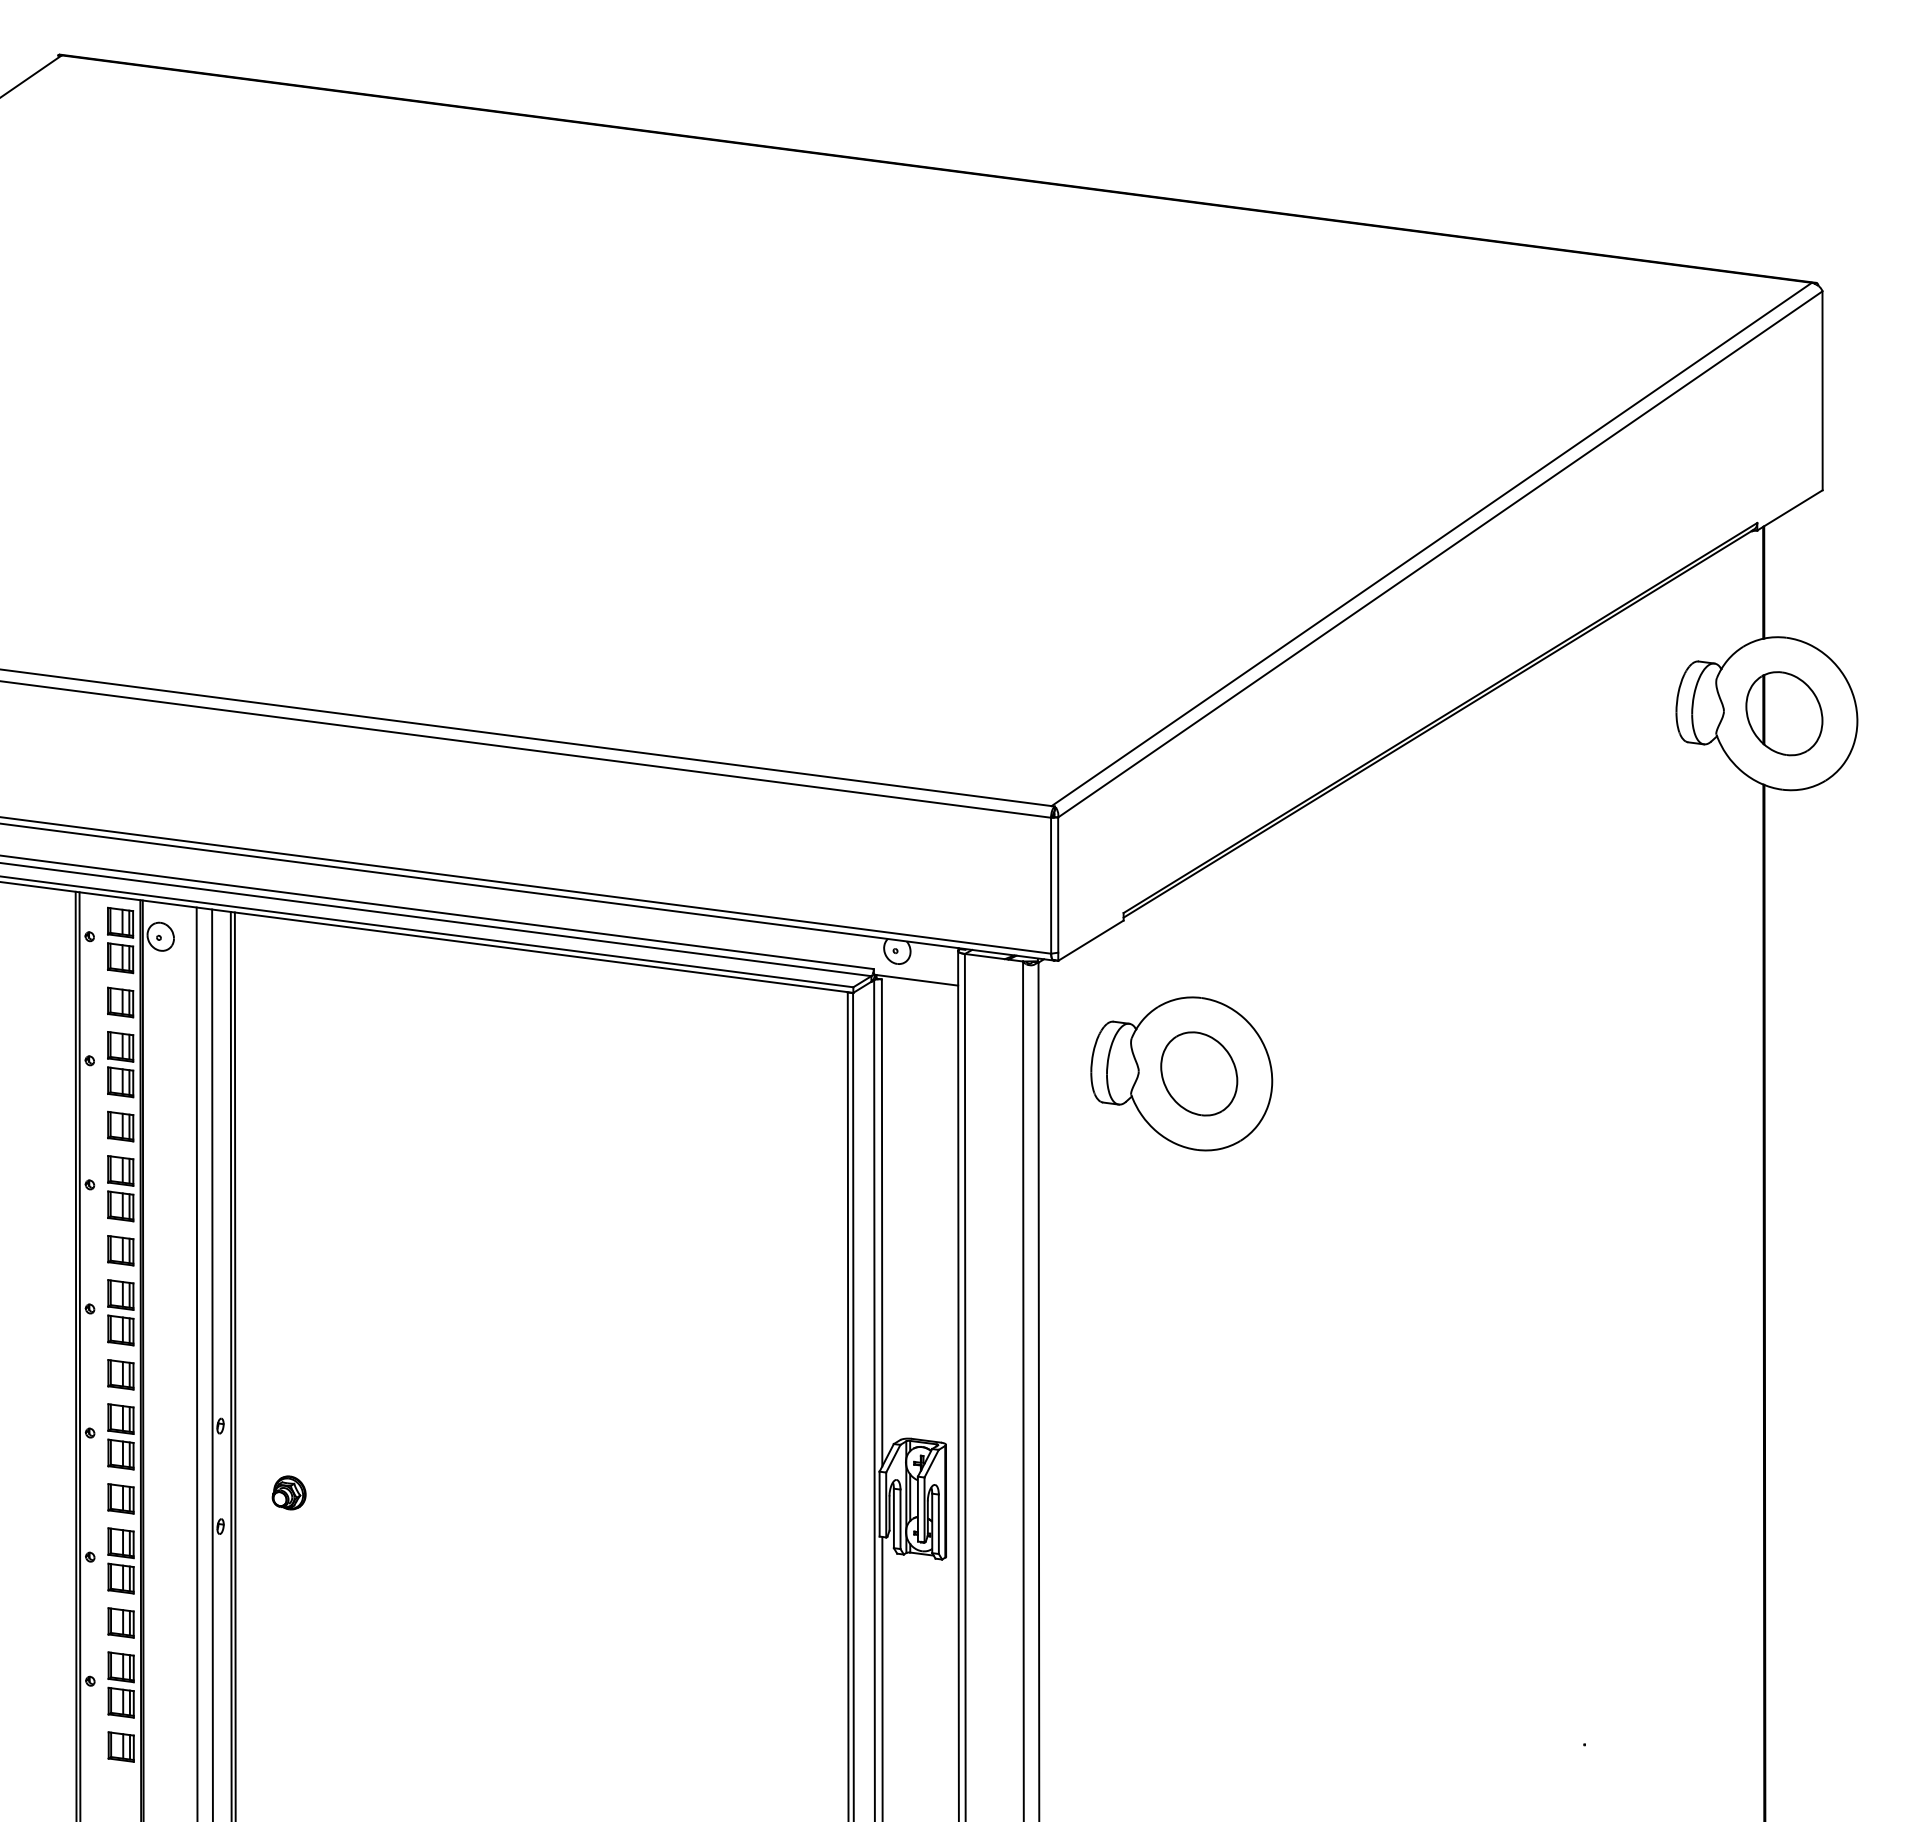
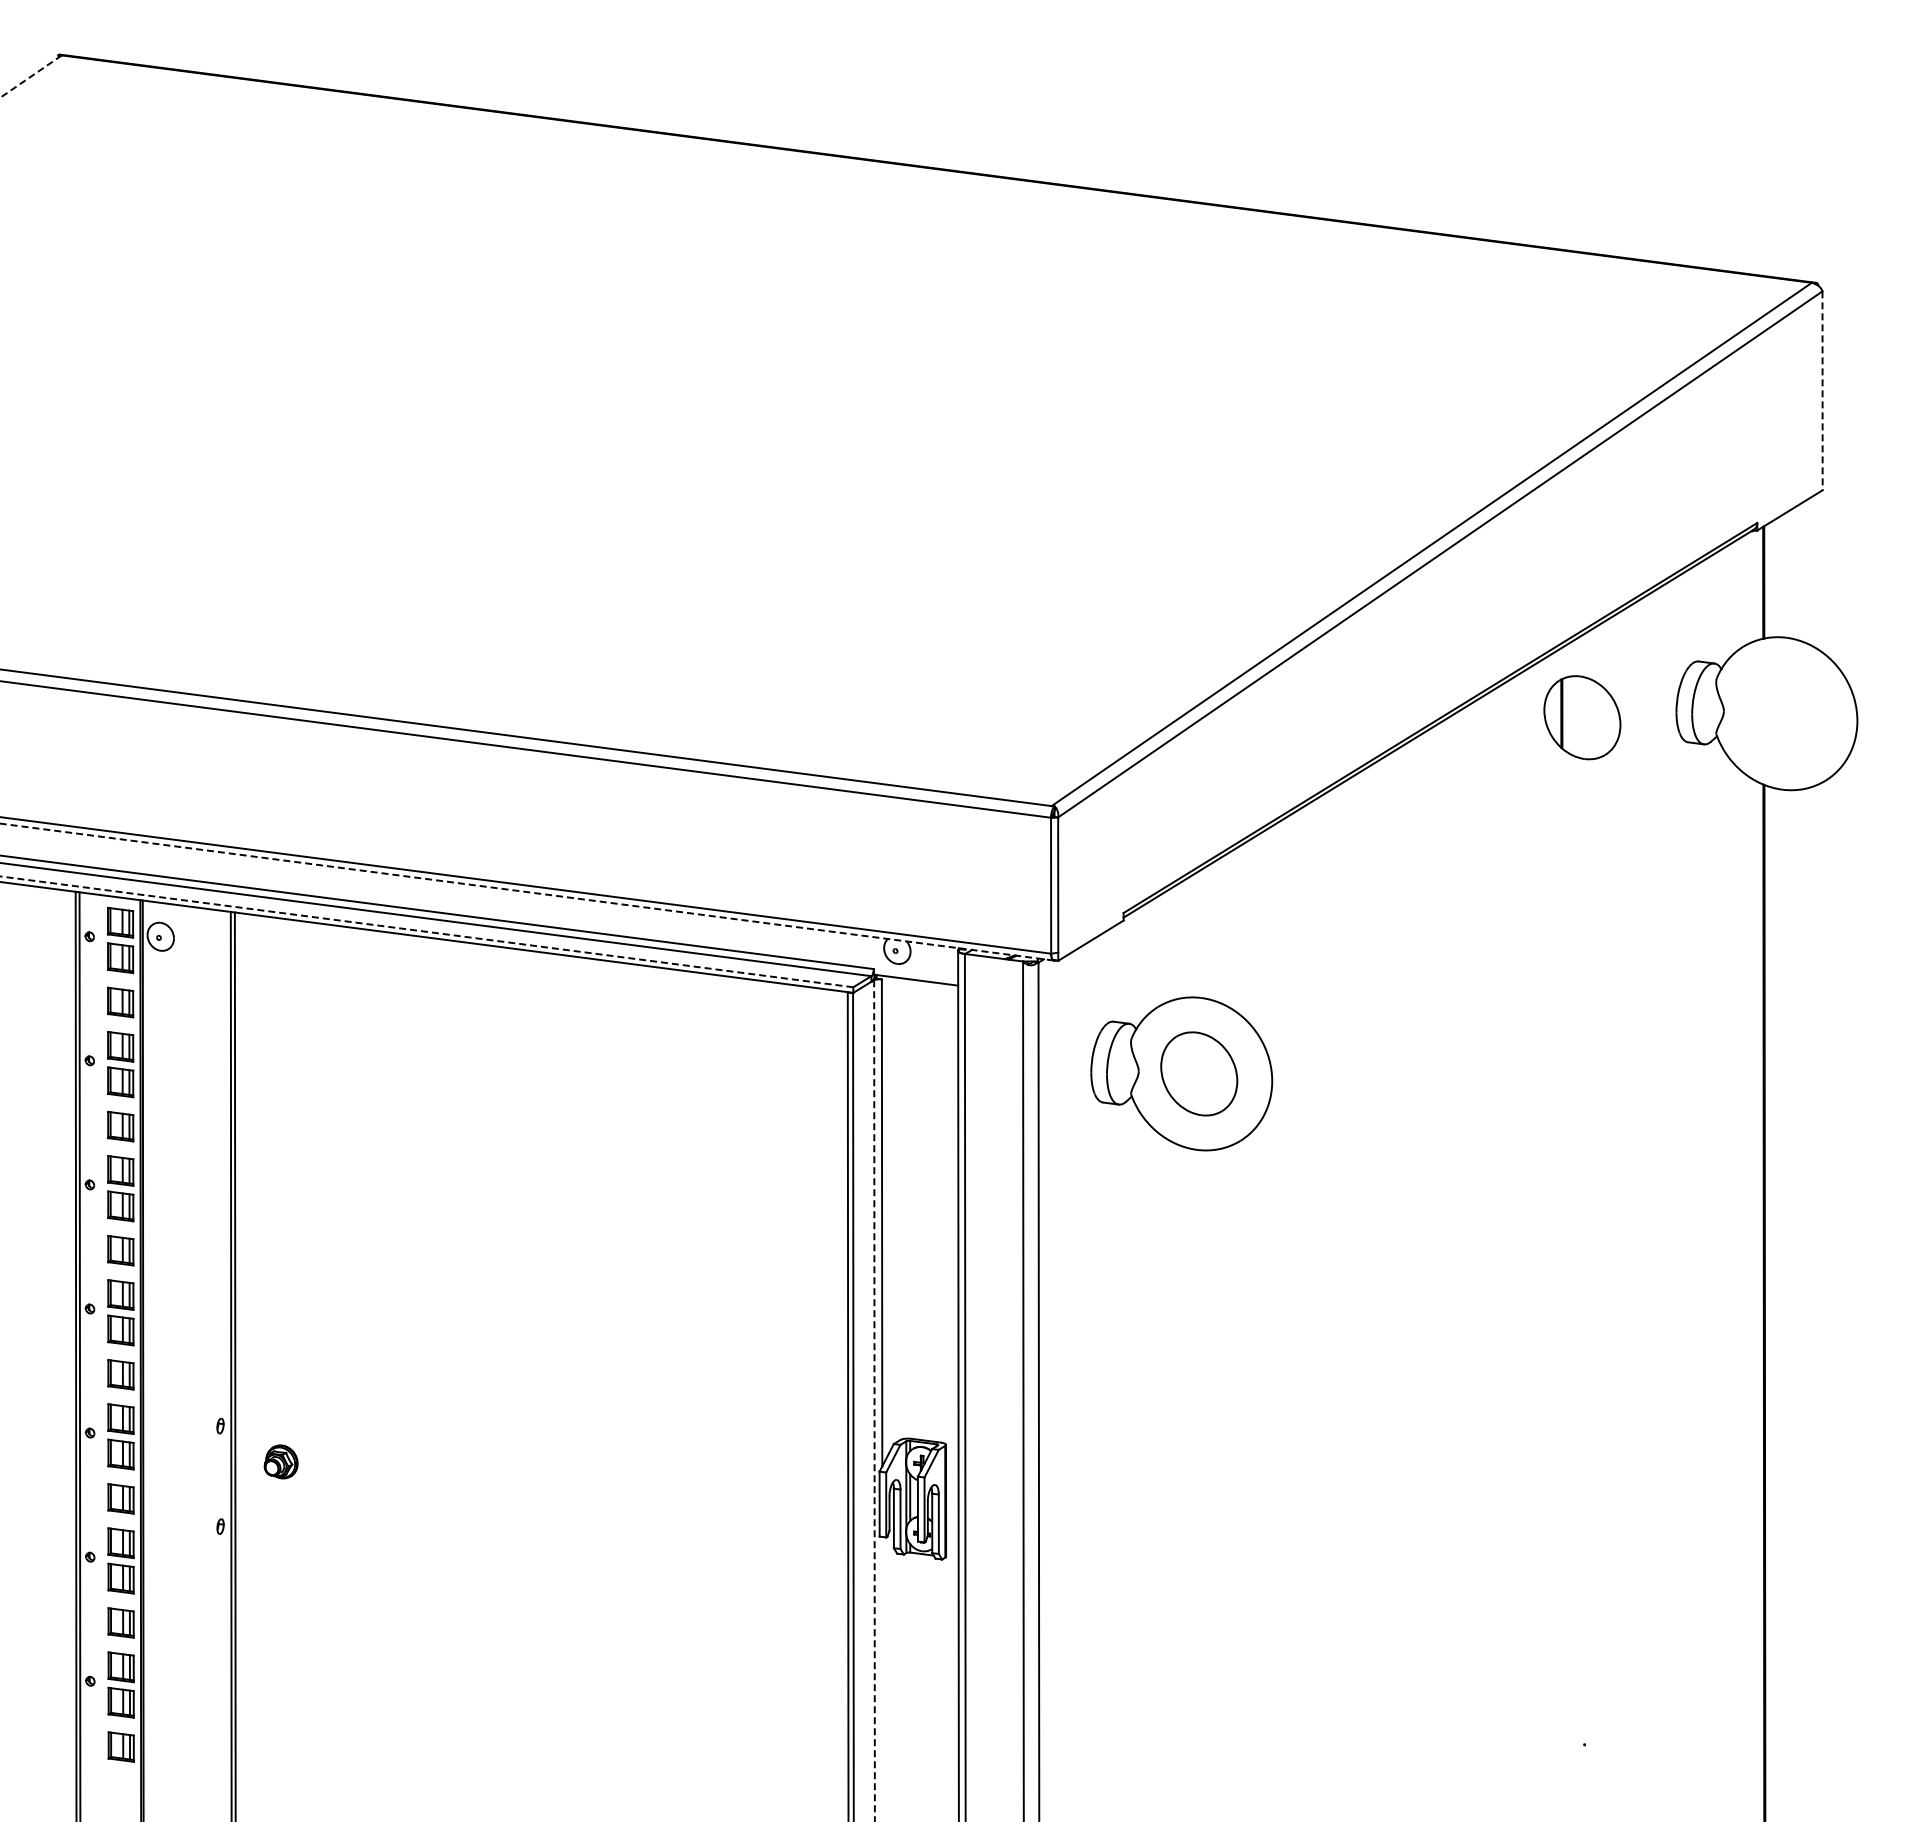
line at (30, 76): solid -> dashed
line at (1822, 391): solid -> dashed
part at (1784, 713) position: (1784, 713) -> (1582, 717)
line at (526, 892): solid -> dashed
line at (427, 931): solid -> dashed
line at (196, 1362): present -> none
line at (212, 1363): present -> none
line at (874, 1401): solid -> dashed
part at (288, 1492) position: (288, 1492) -> (280, 1461)
line at (882, 1677): present -> none
